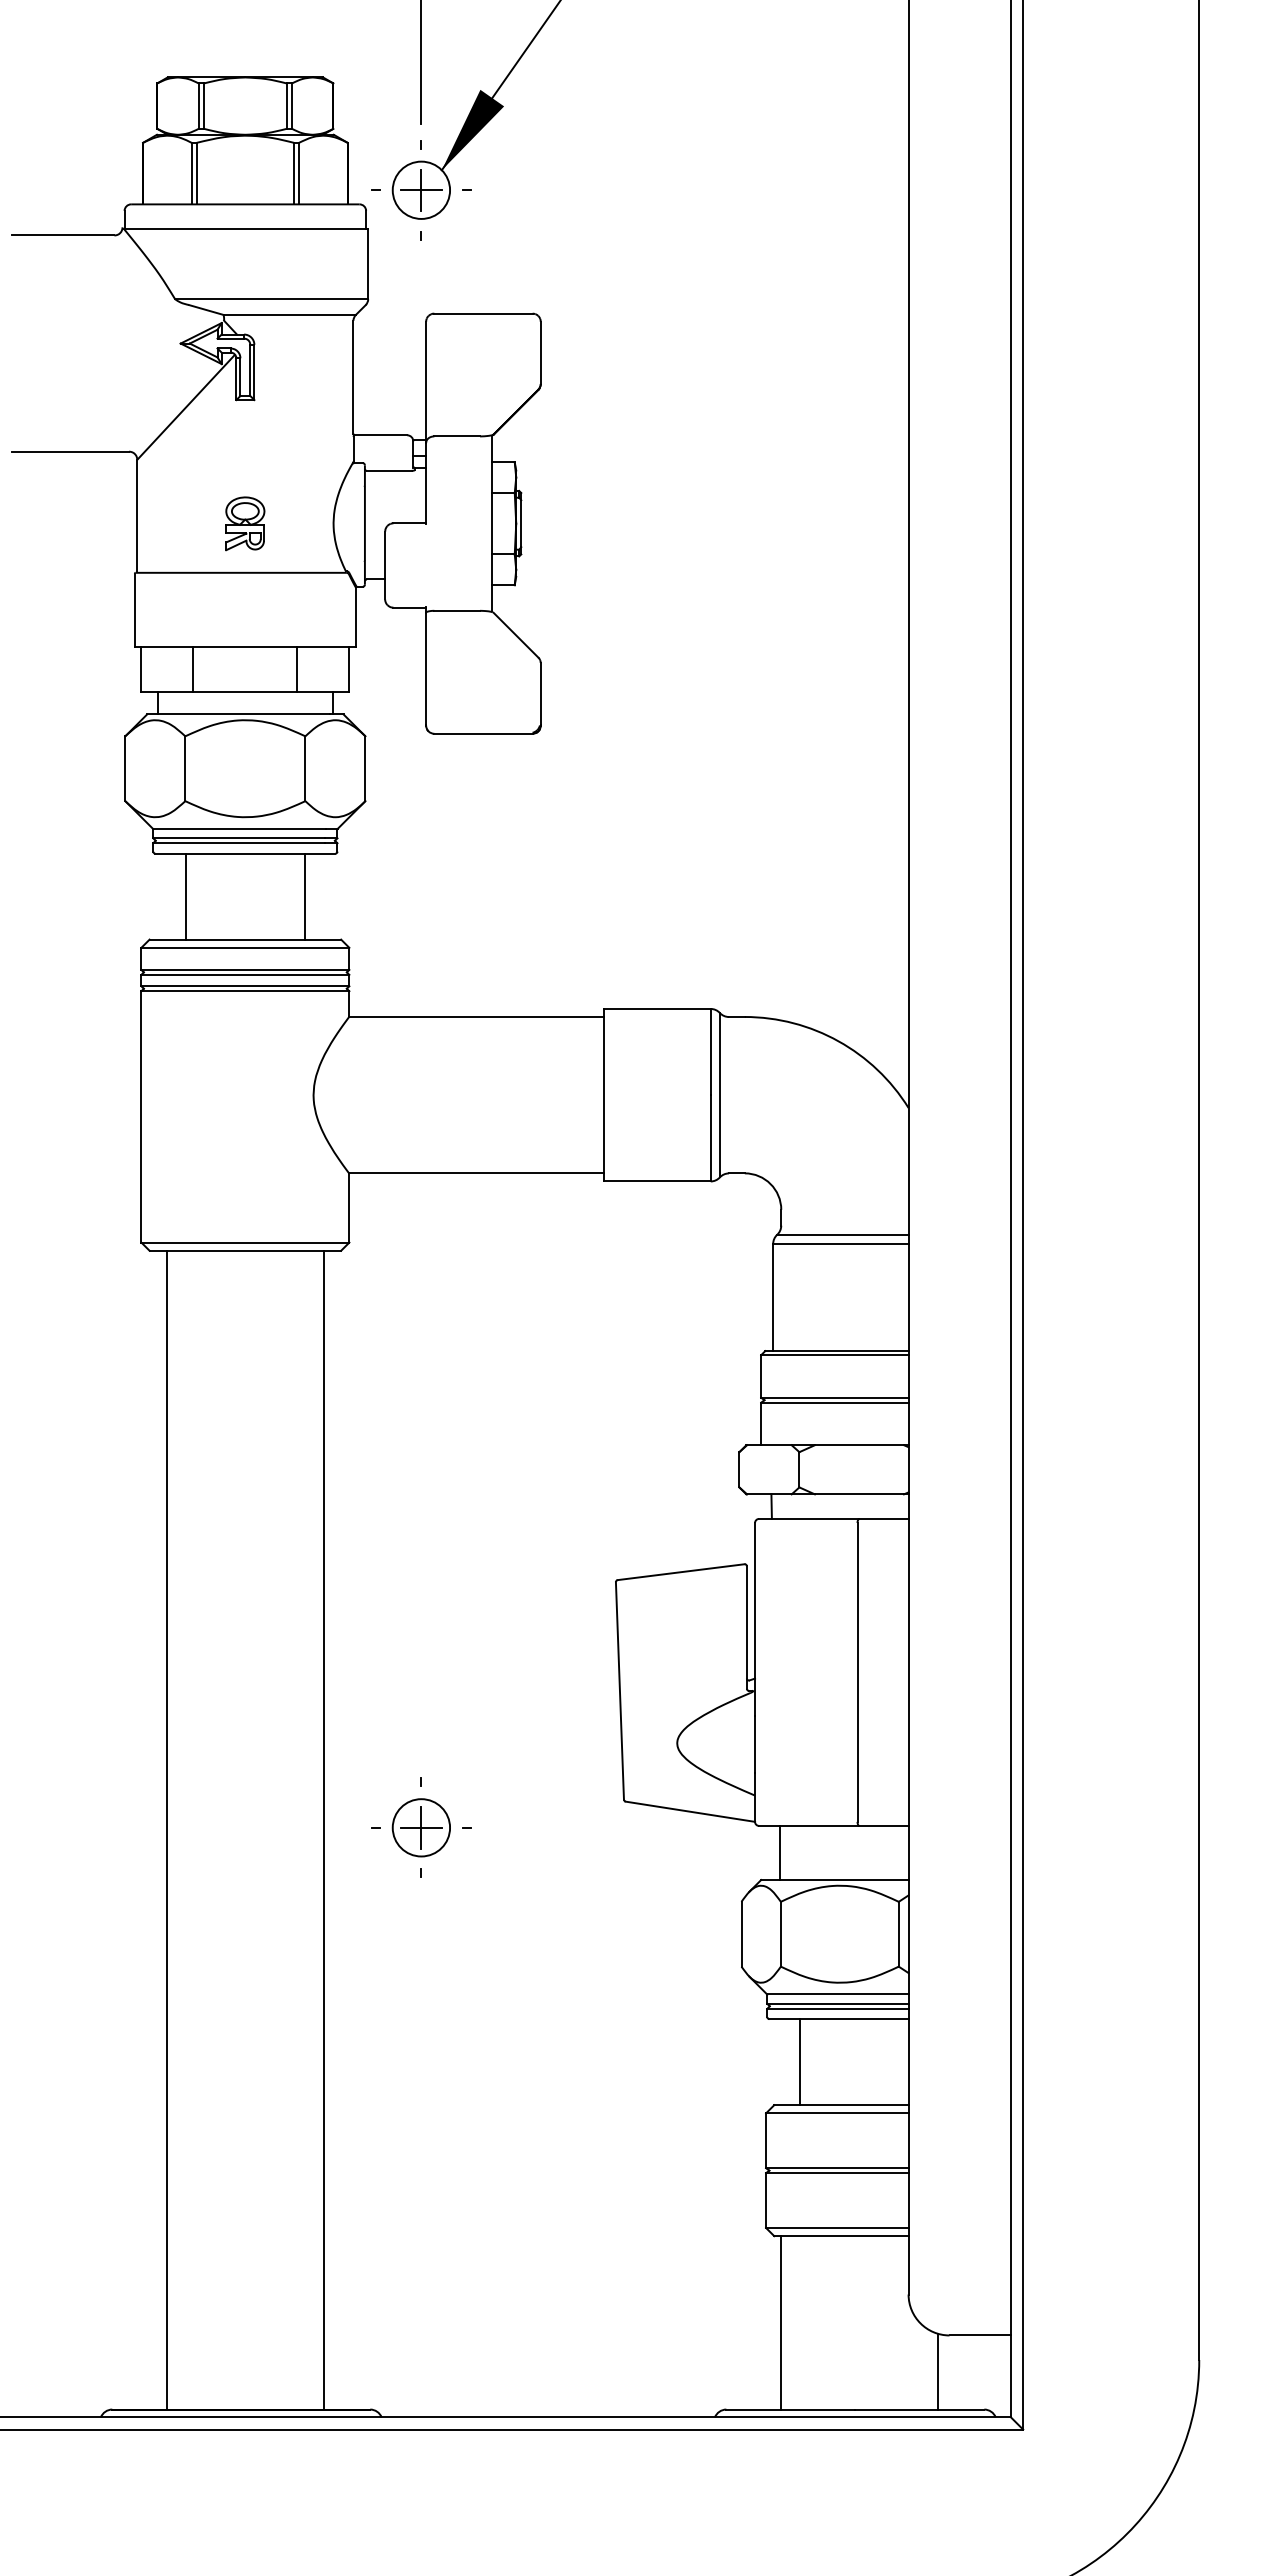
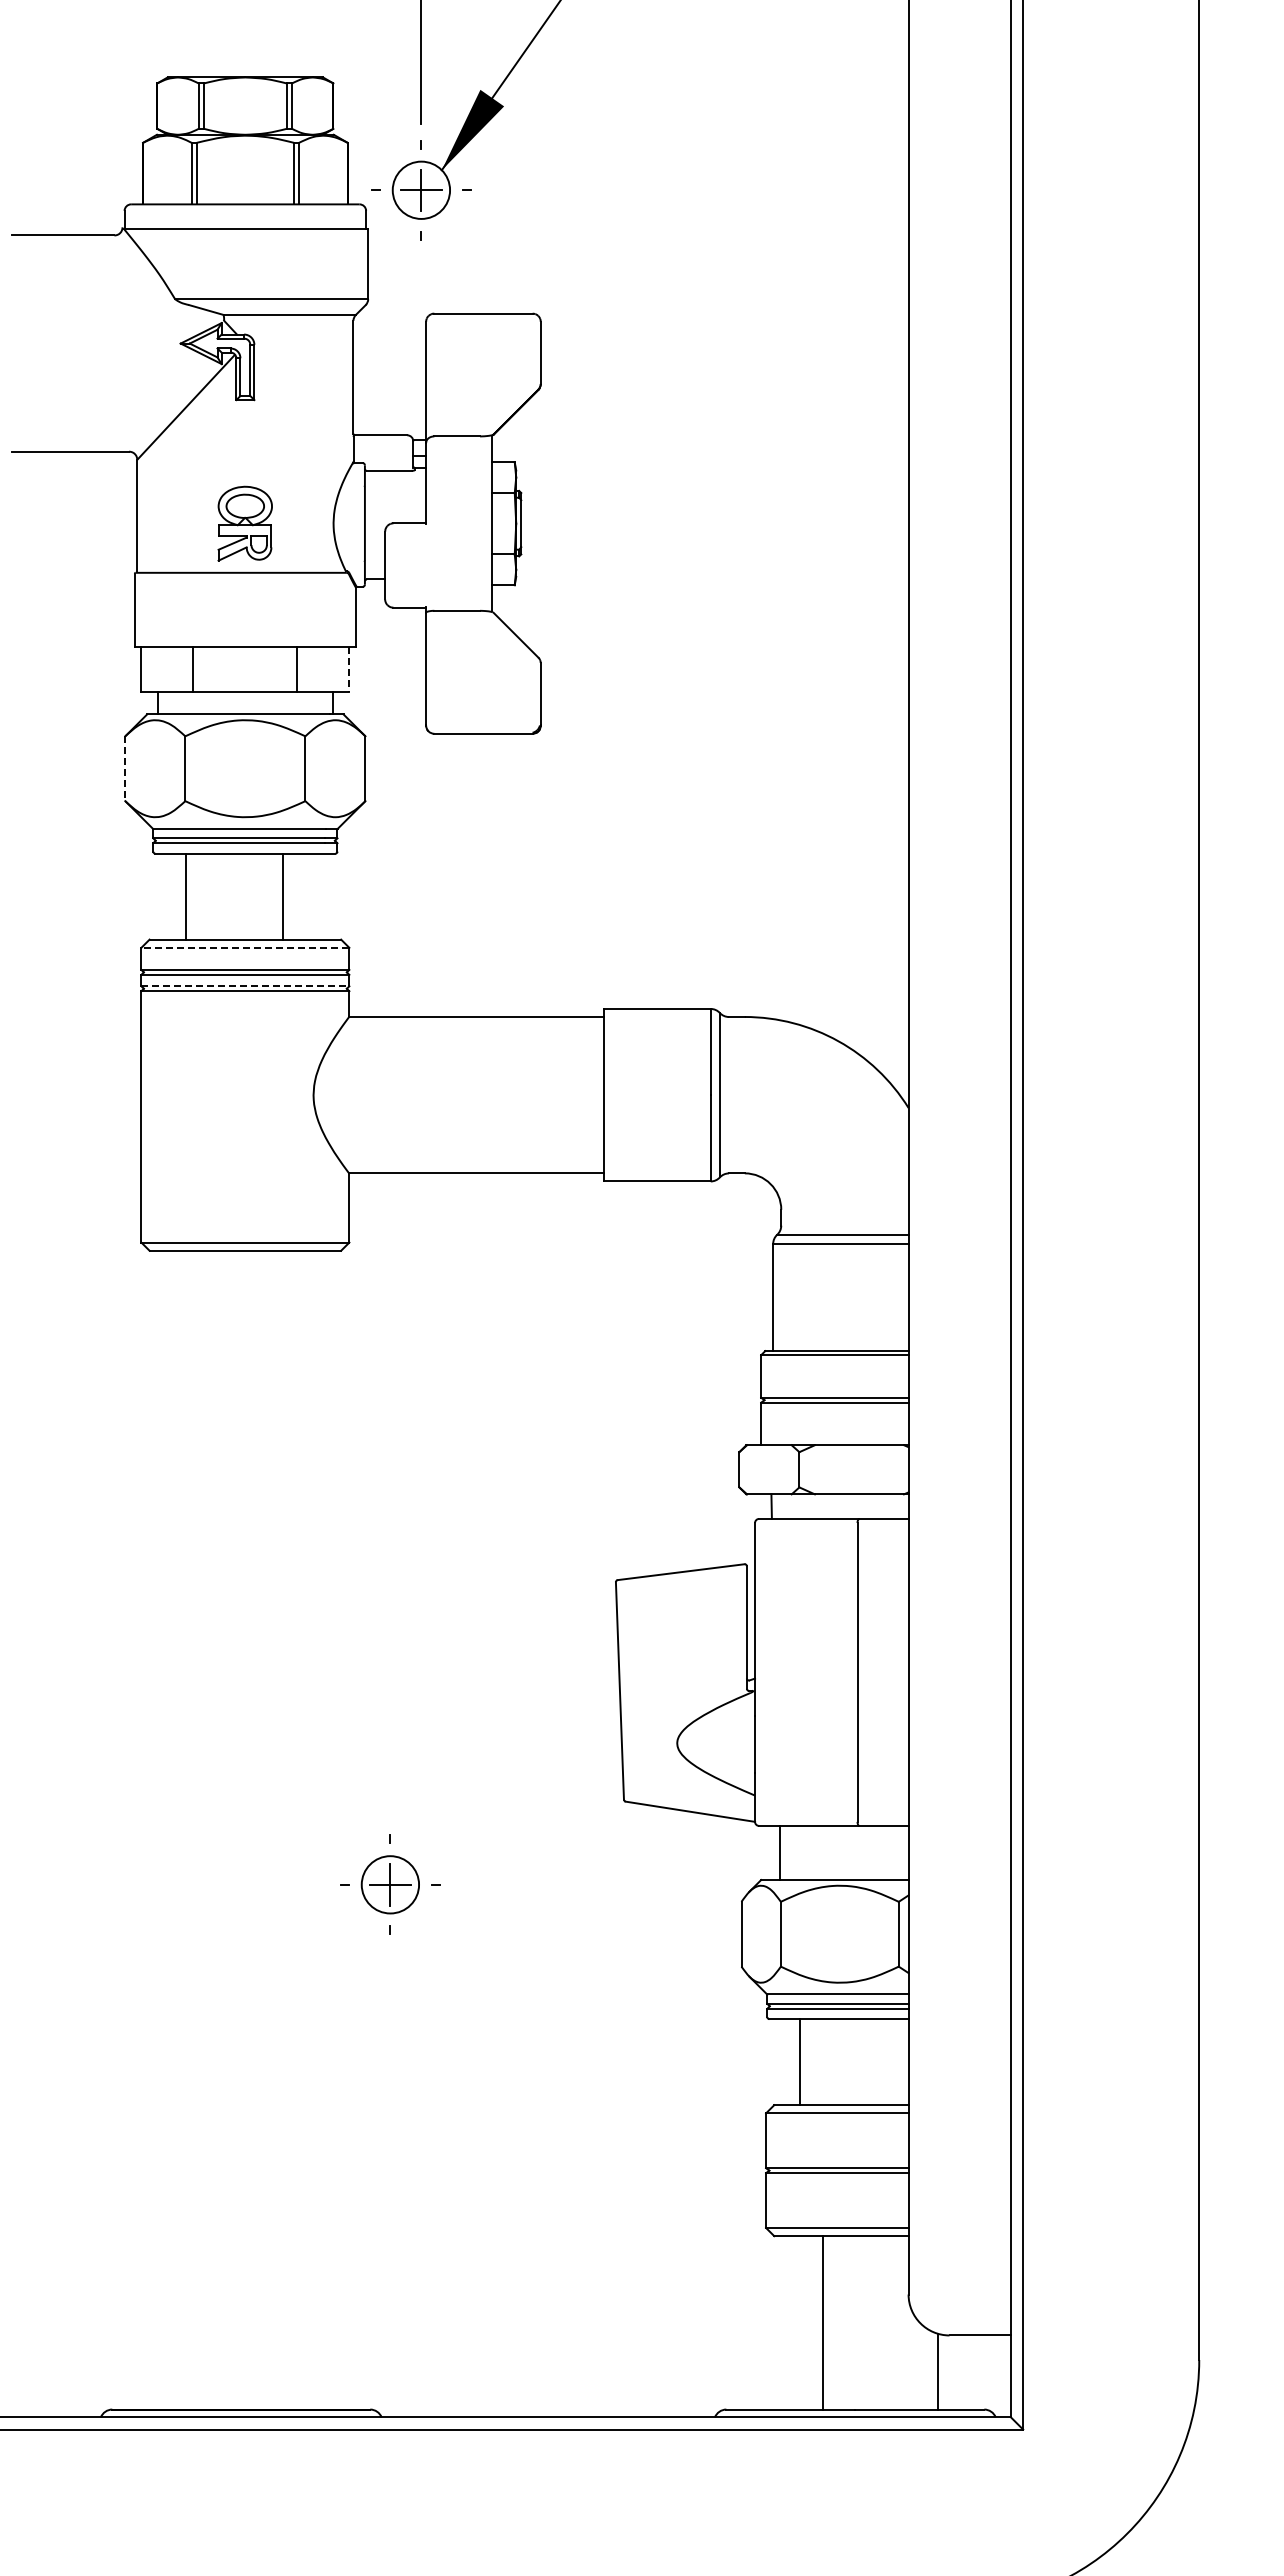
part at (245, 523) size: 41x56 px -> 56x77 px
line at (349, 669): solid -> dashed
line at (125, 769): solid -> dashed
line at (304, 896) position: (304, 896) -> (282, 896)
line at (245, 947): solid -> dashed
line at (245, 986): solid -> dashed
part at (421, 1827) position: (421, 1827) -> (390, 1884)
line at (167, 1829): present -> none
line at (323, 1829): present -> none
line at (781, 2322) position: (781, 2322) -> (823, 2322)
